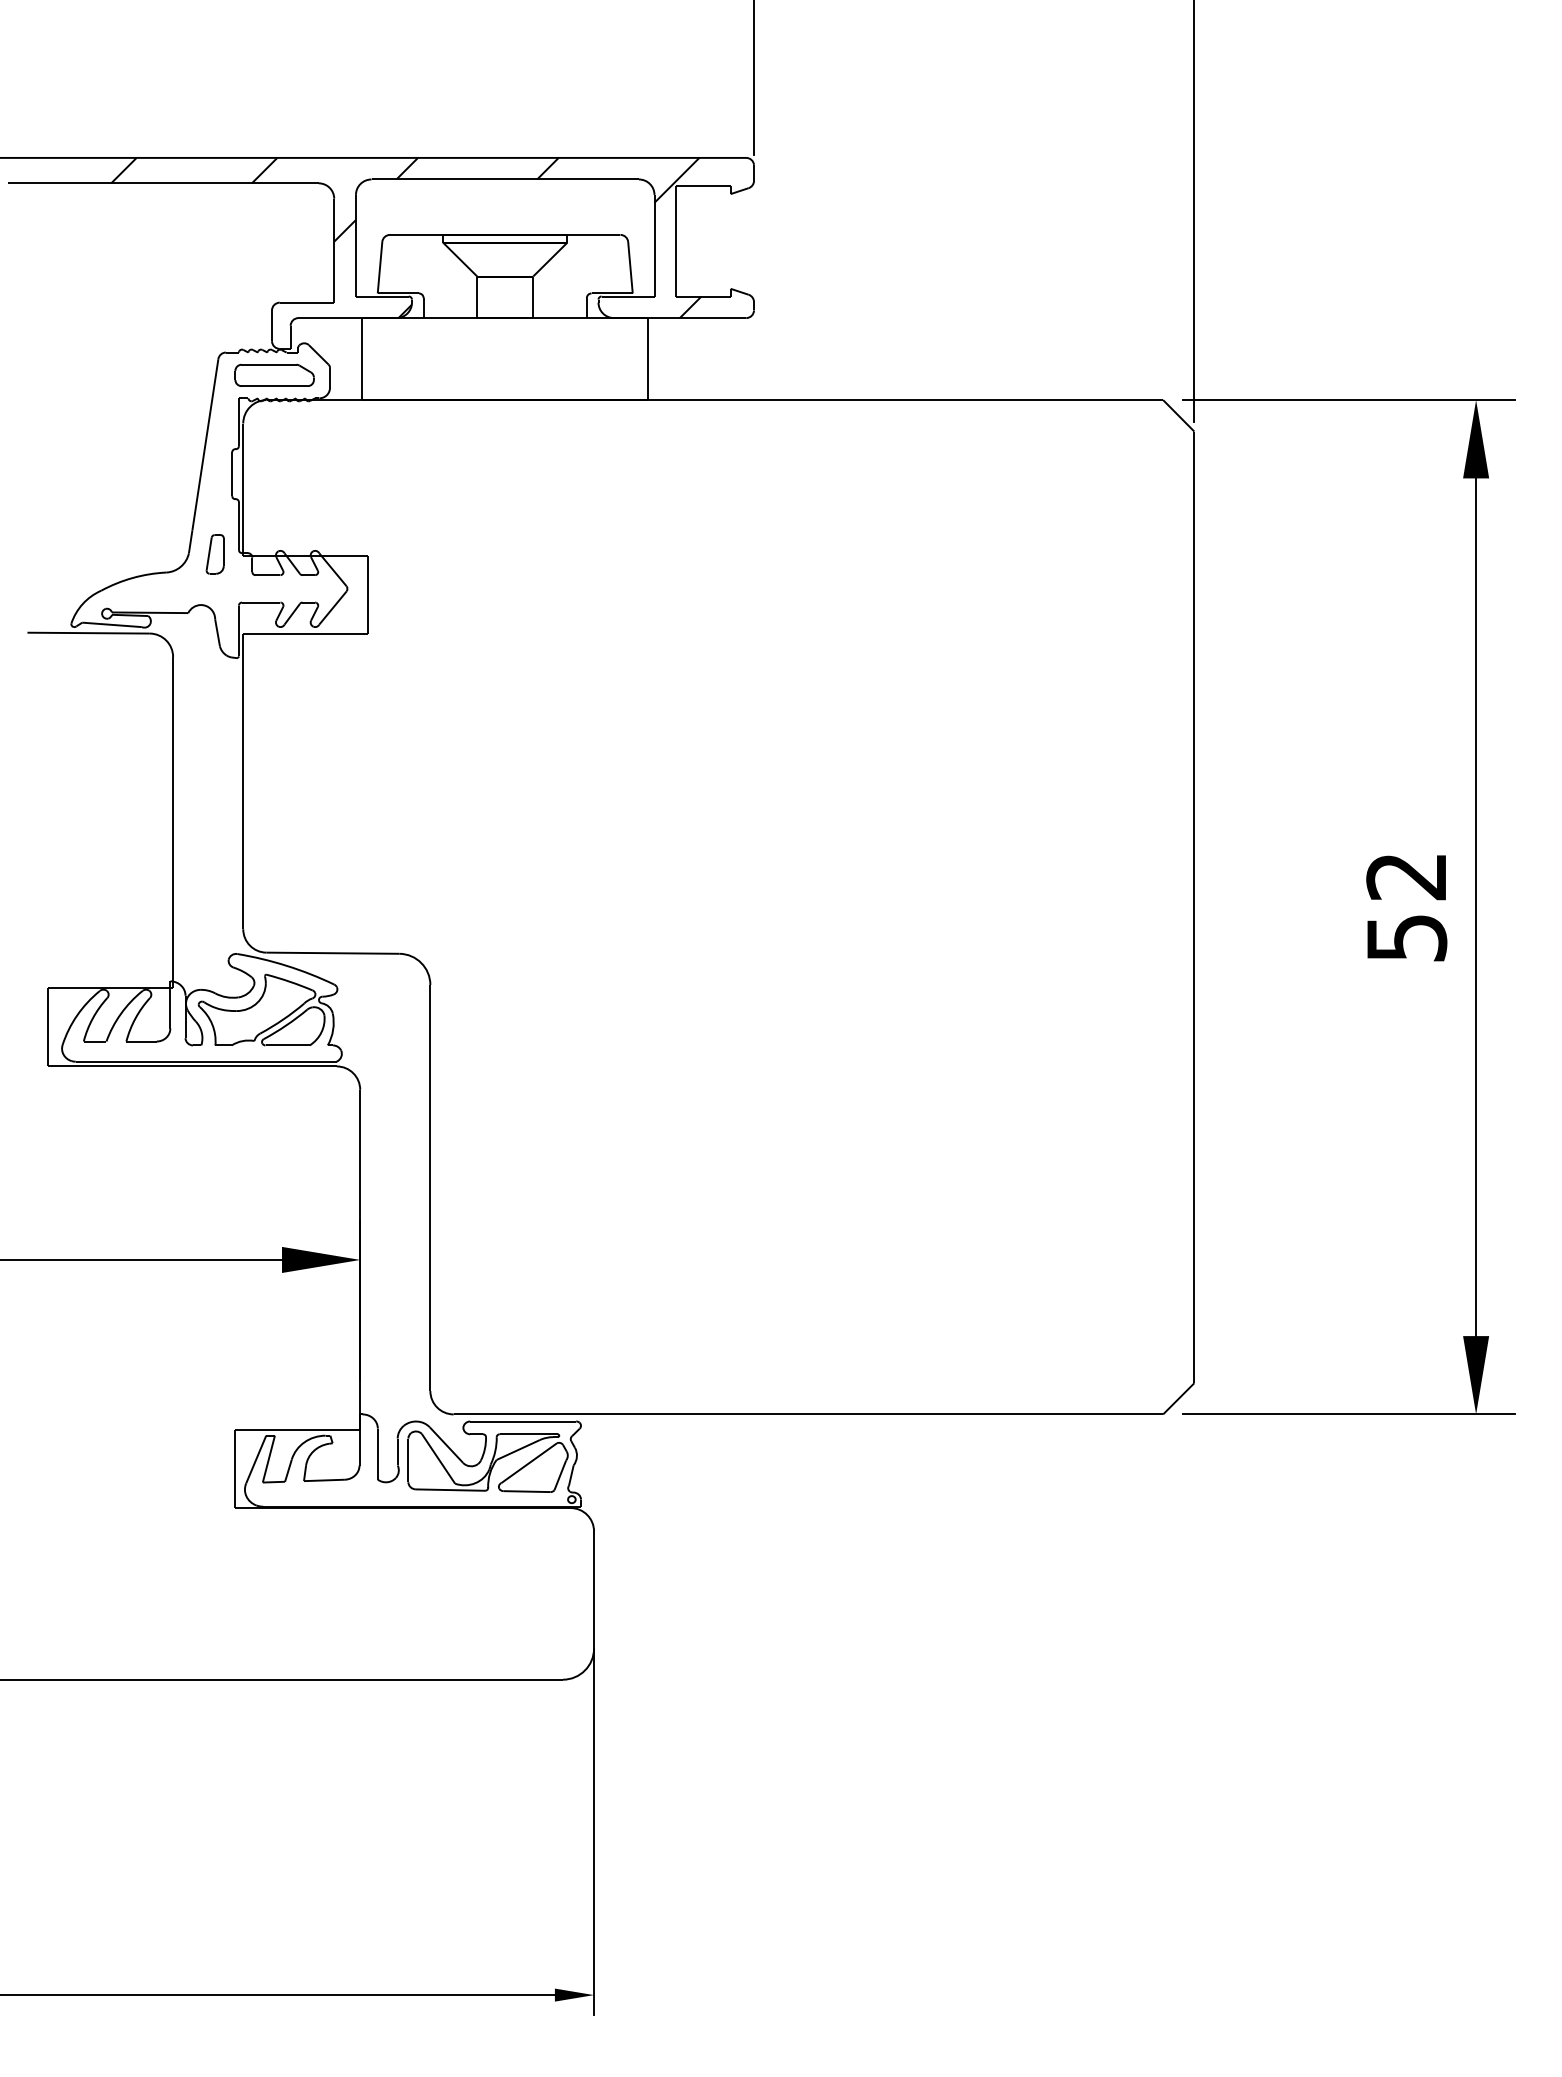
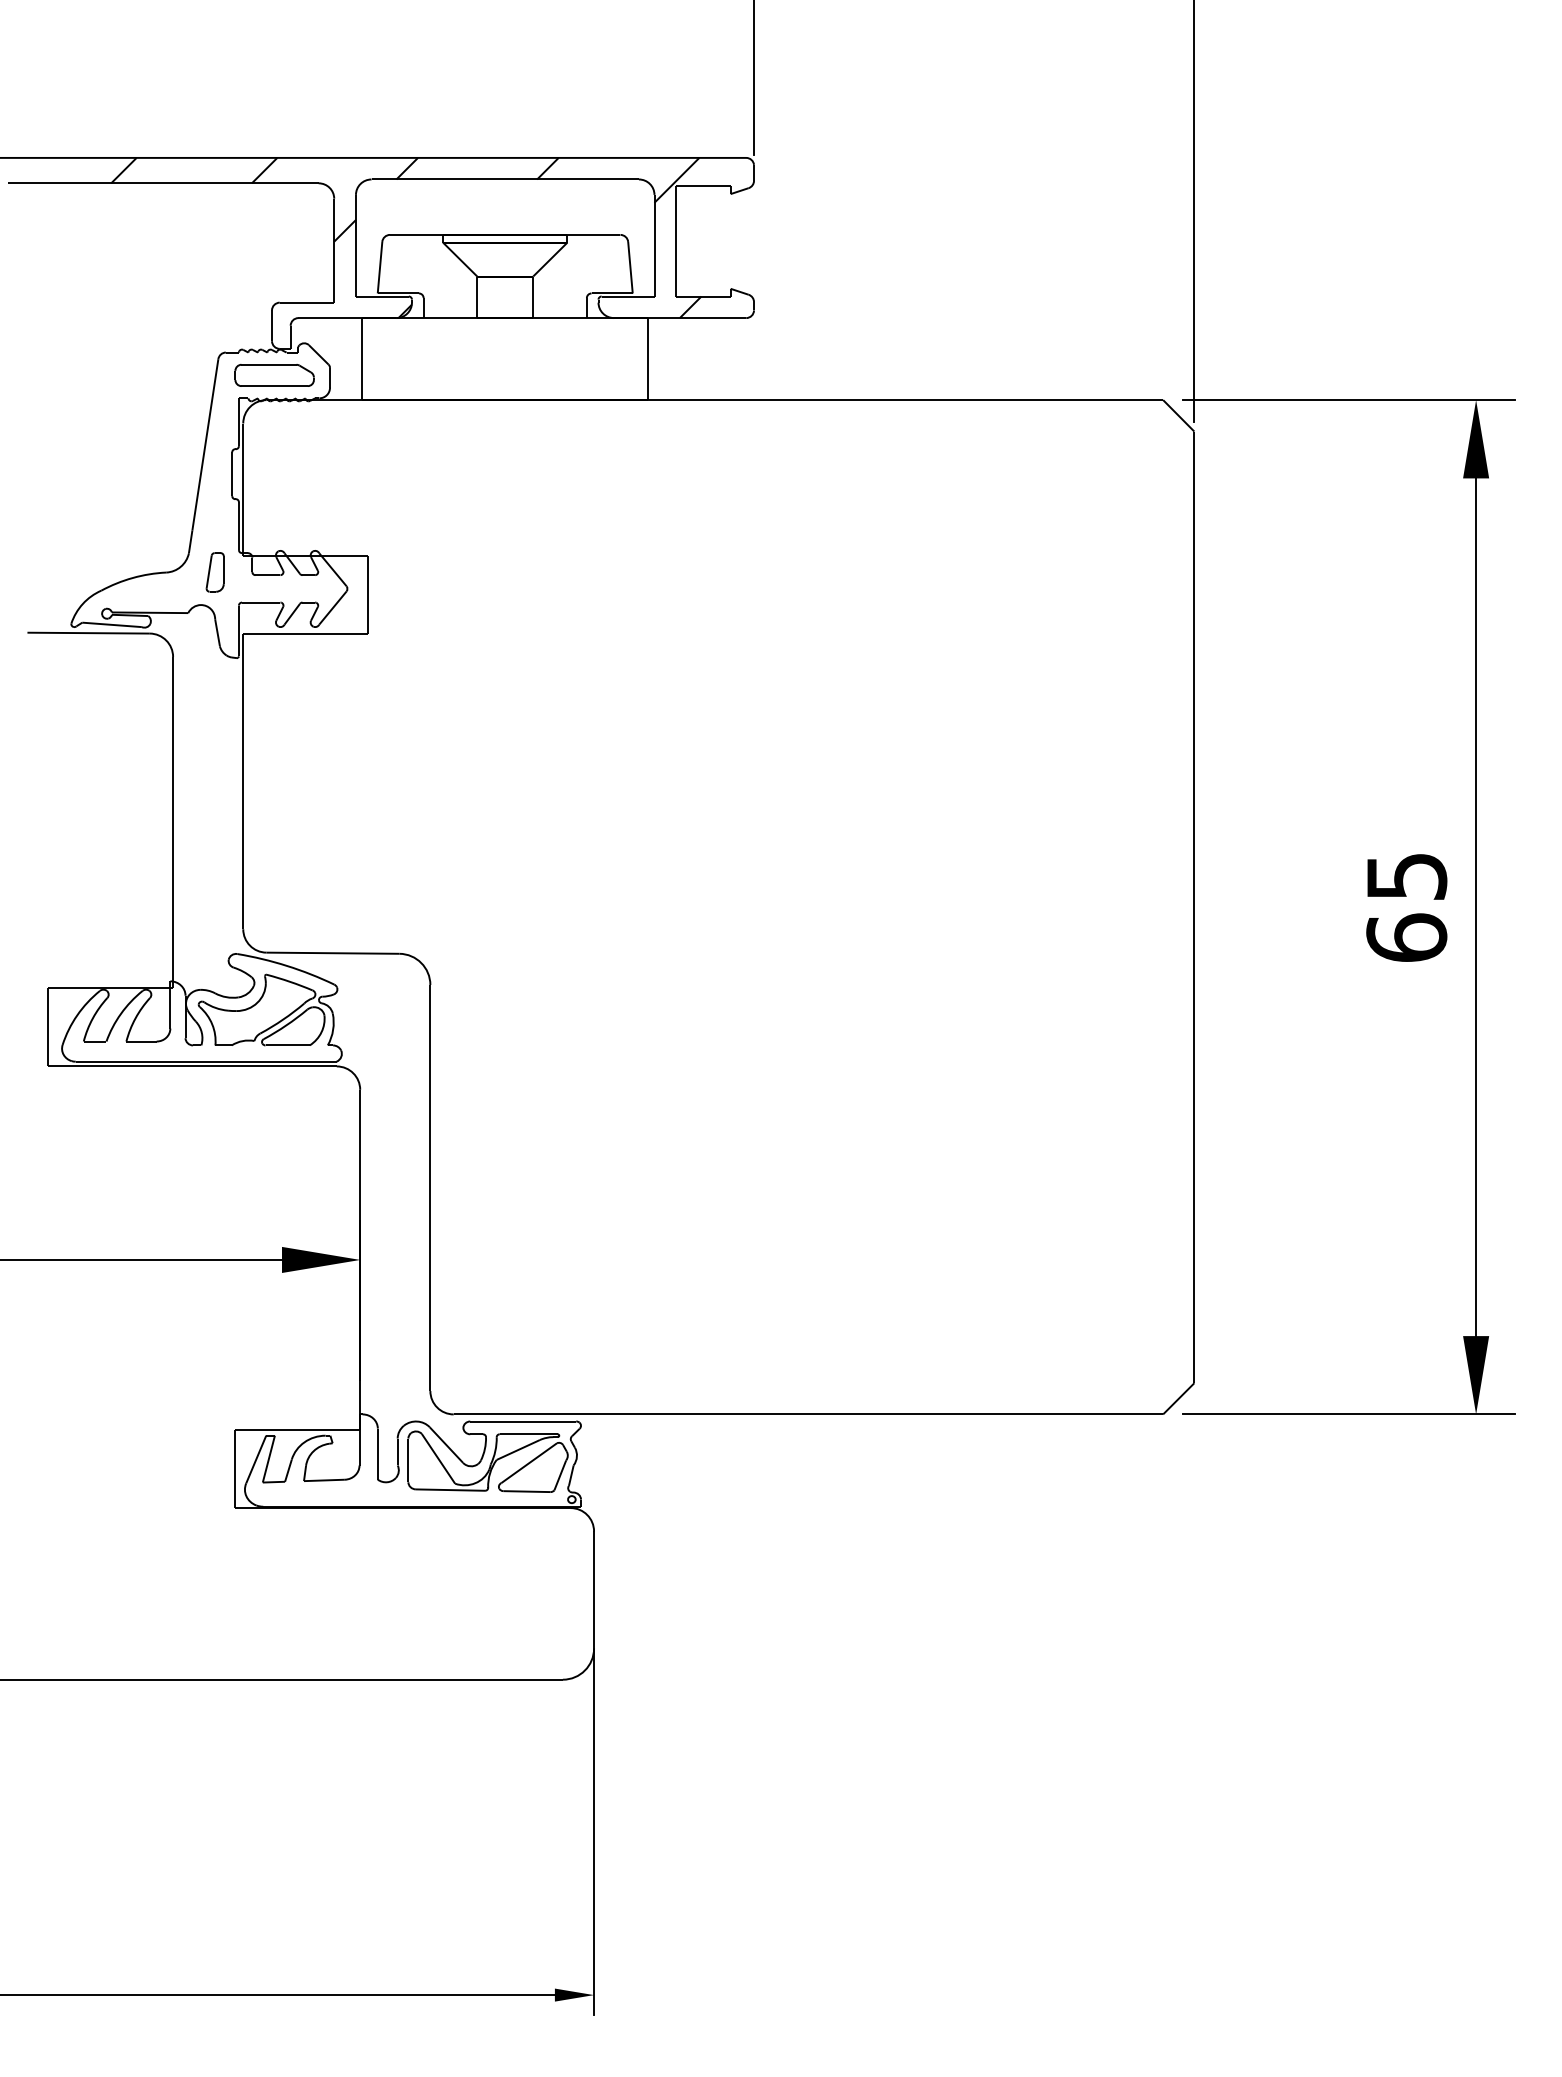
part at (214, 554) position: (214, 554) -> (214, 572)
text at (1406, 907): 52 -> 65
